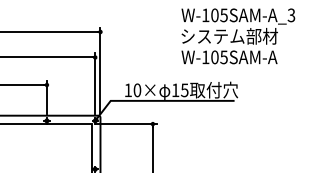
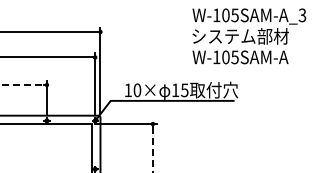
text at (238, 36) position: (238, 36) -> (249, 36)
line at (22, 85): solid -> dashed
line at (152, 149): solid -> dashed
